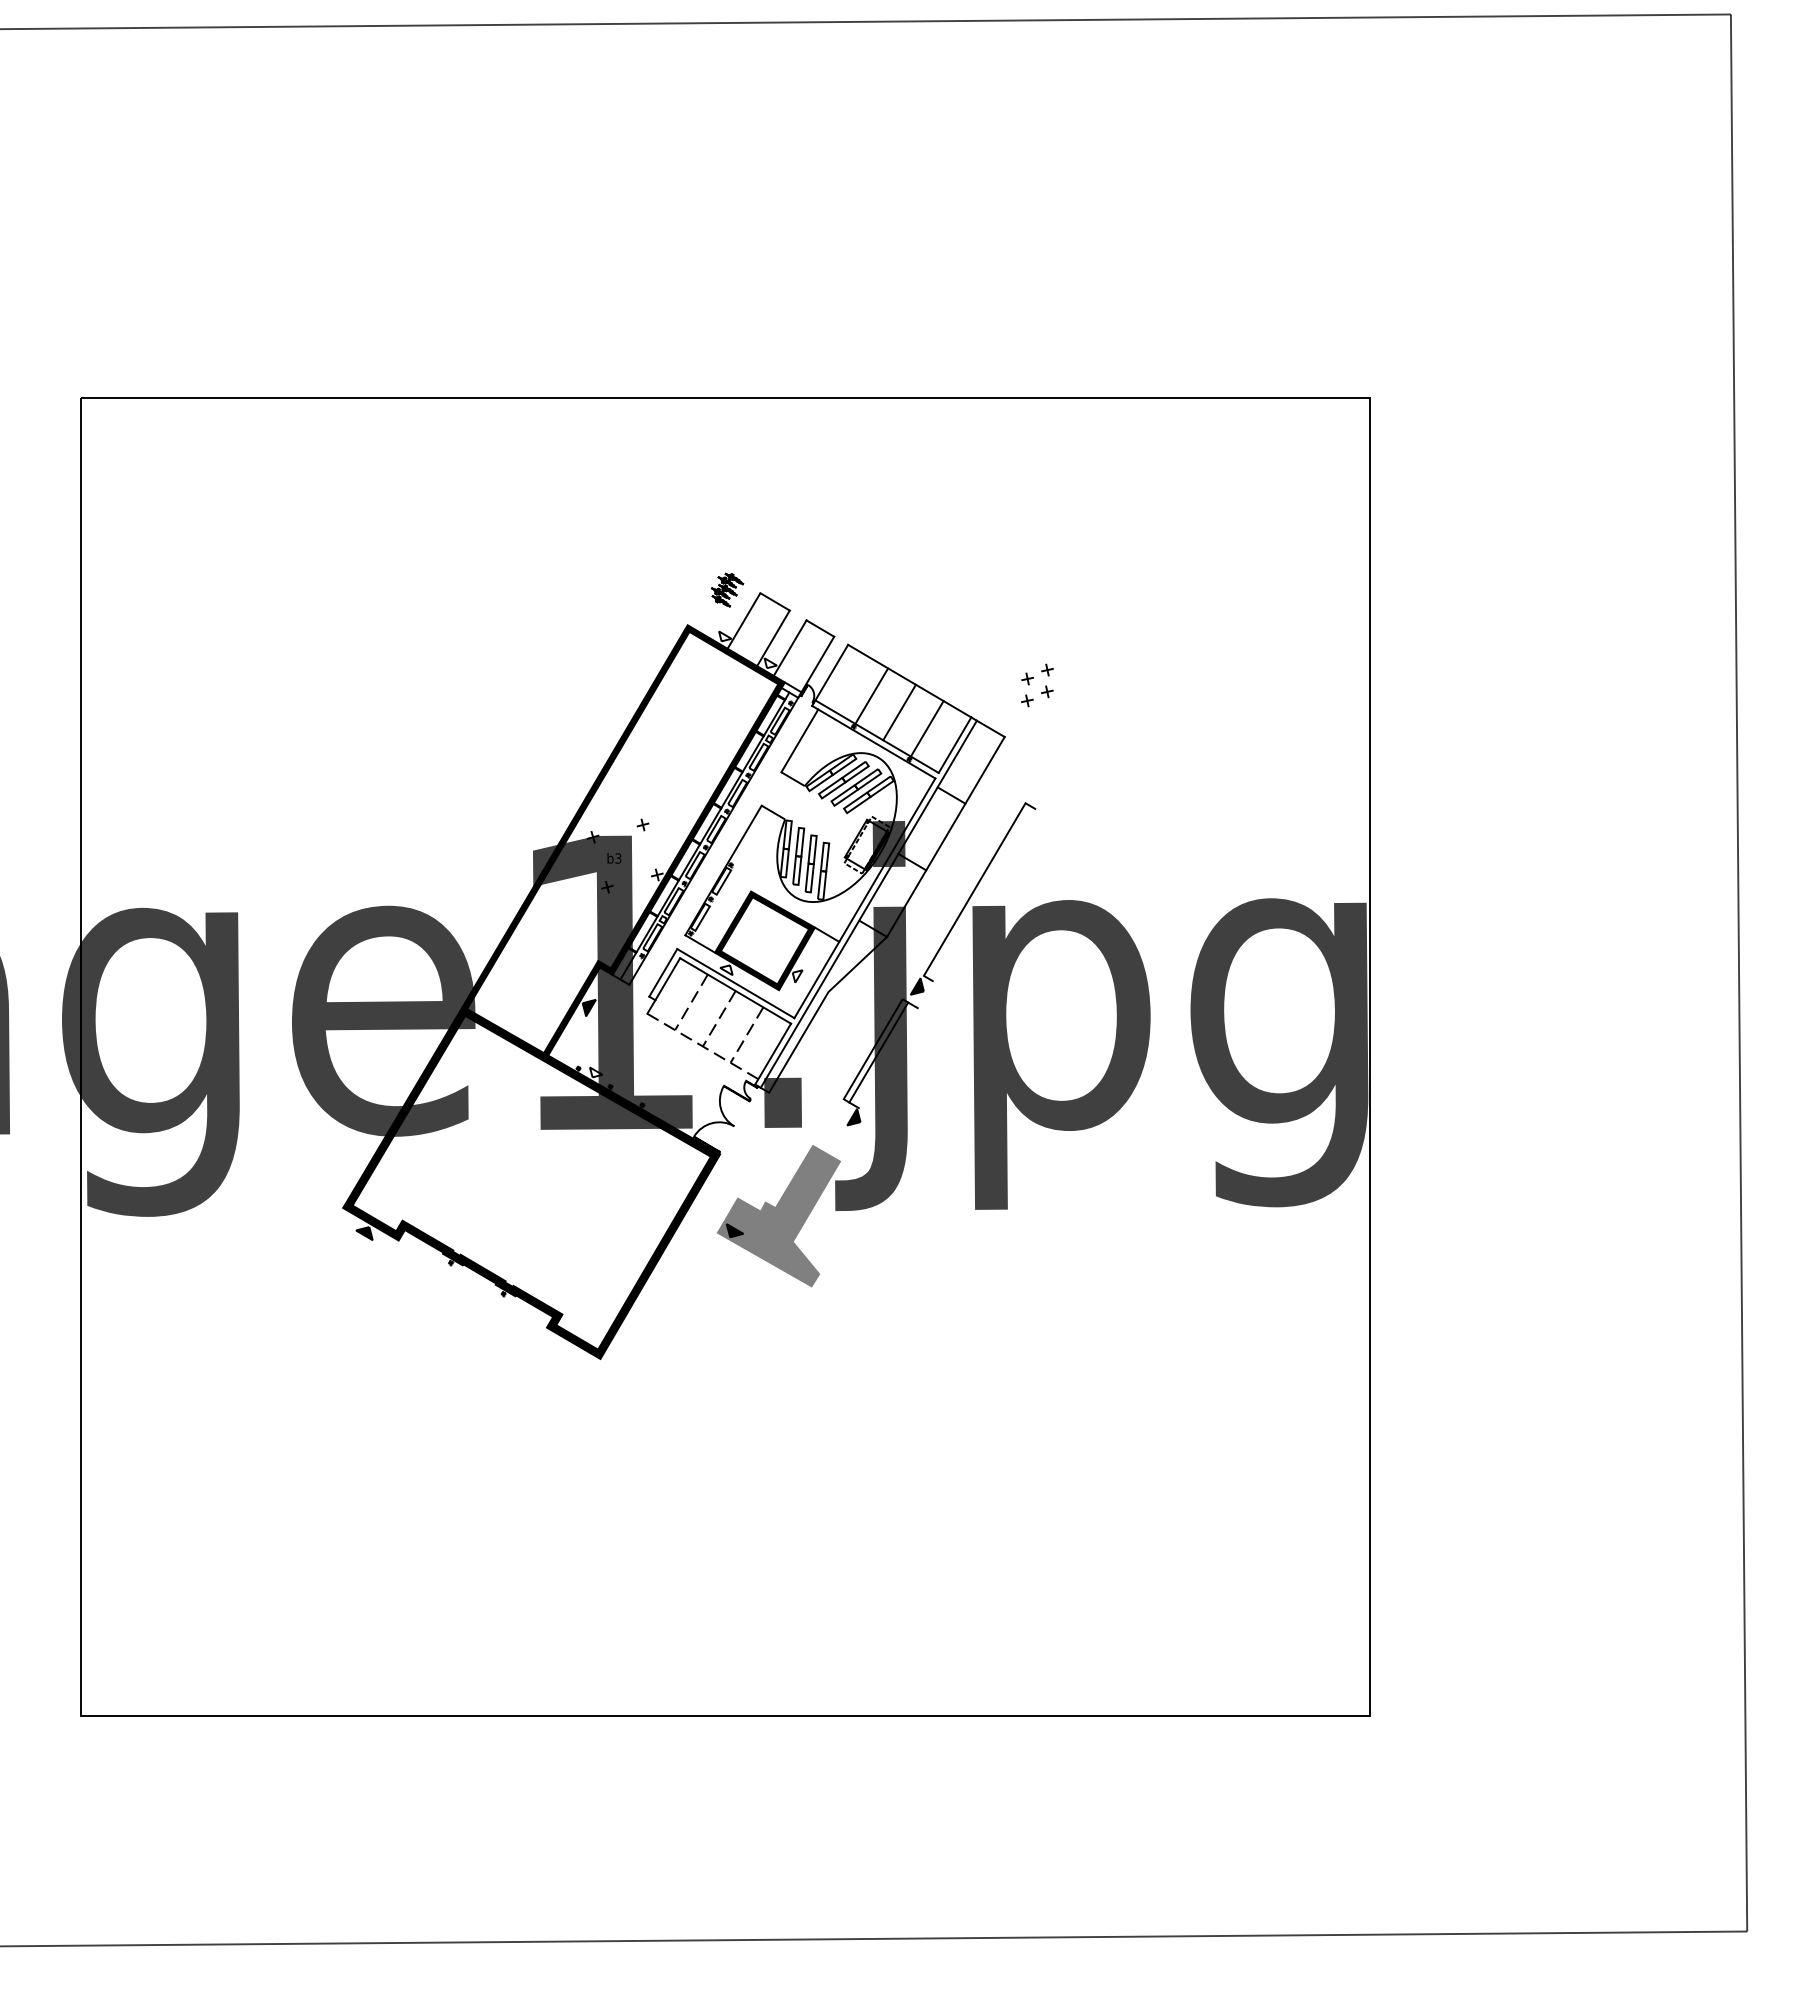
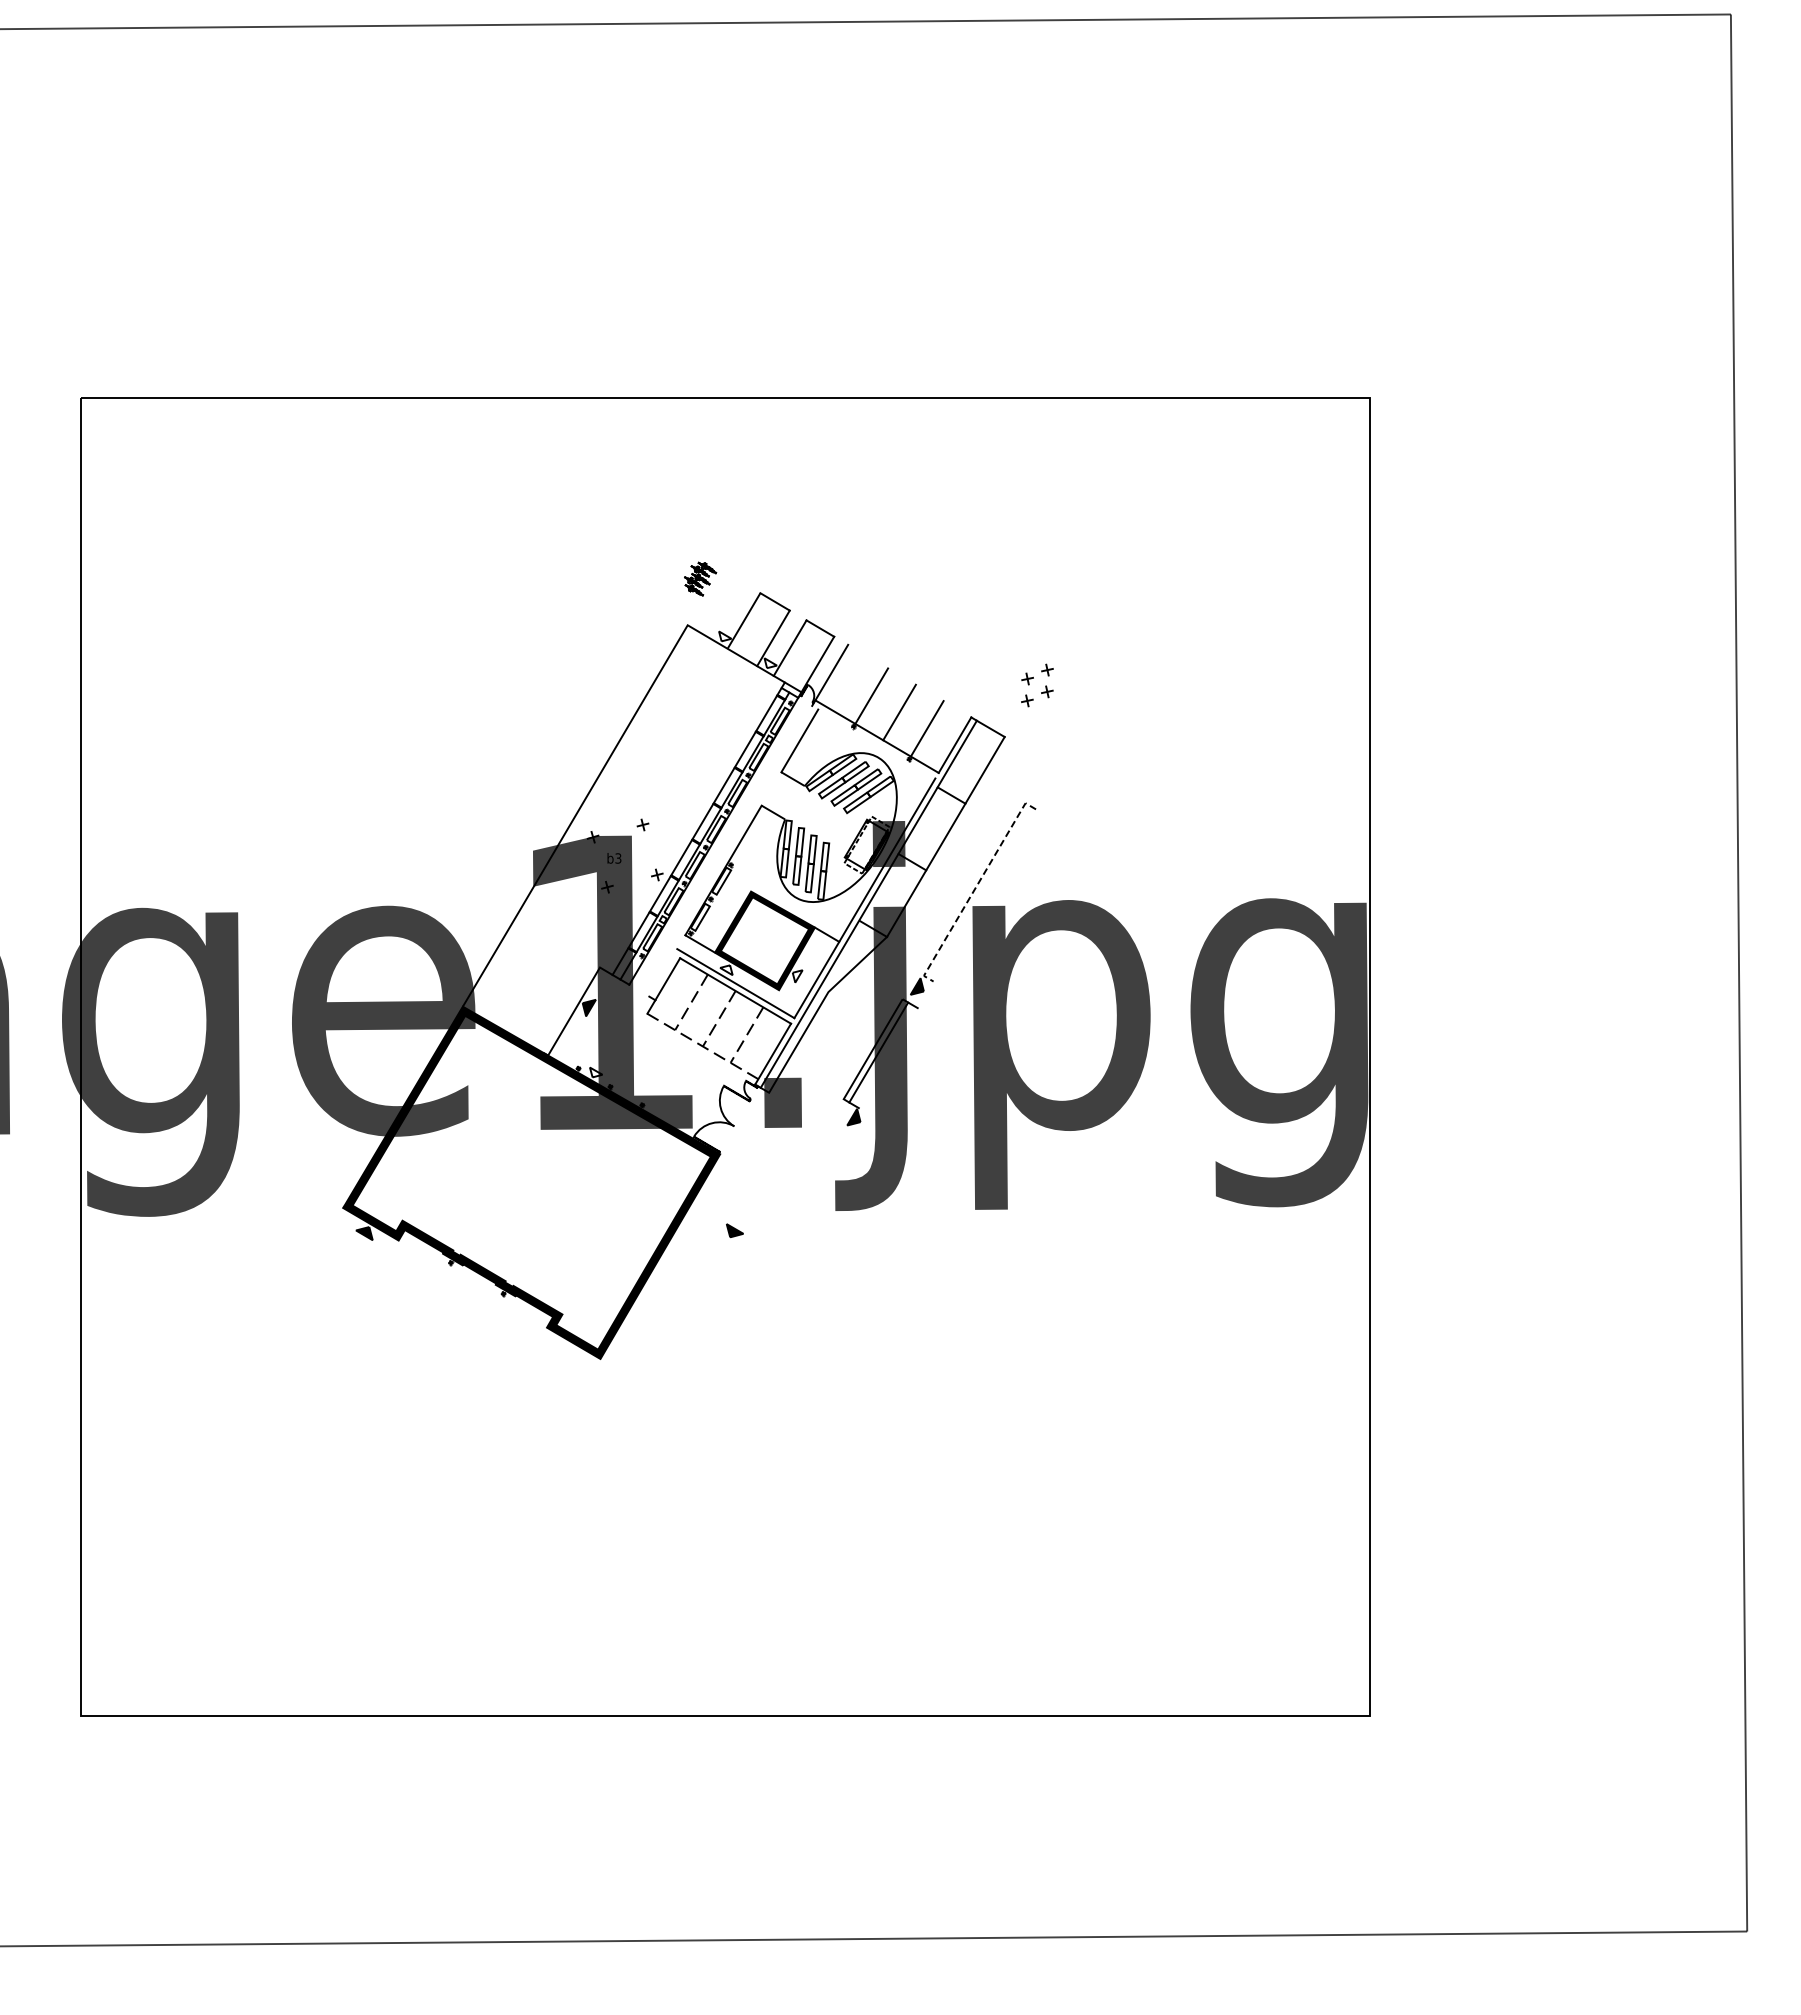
part at (727, 589) position: (727, 589) -> (700, 578)
line at (909, 680): present -> none
line at (873, 741): present -> none
fill at (623, 840): present -> none
line at (975, 889): solid -> dashed
line at (663, 972): present -> none
fill at (778, 1215): present -> none
